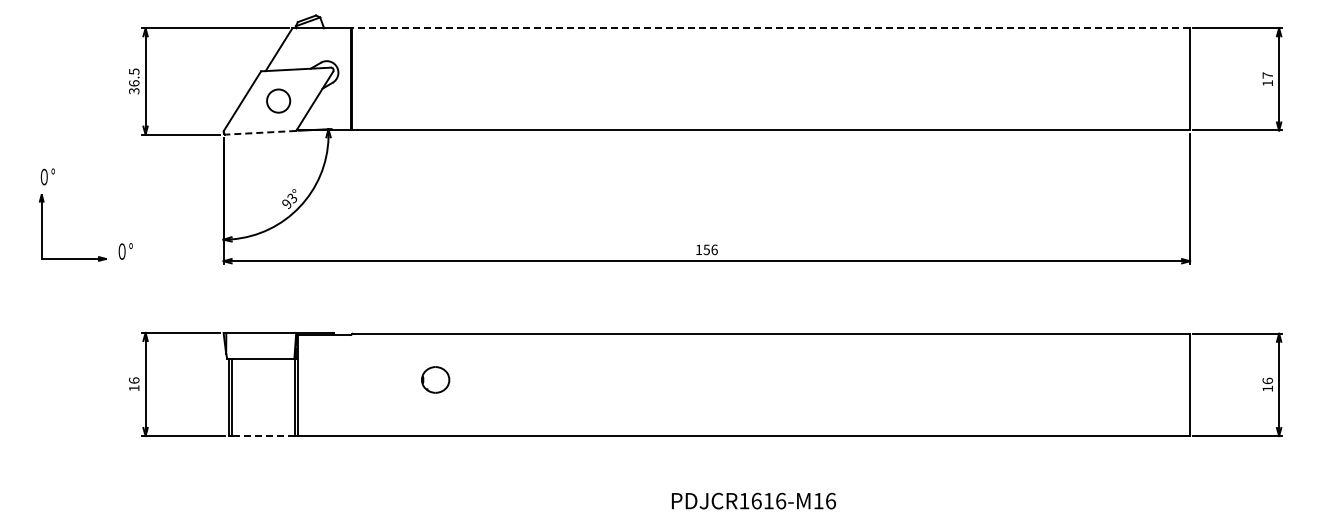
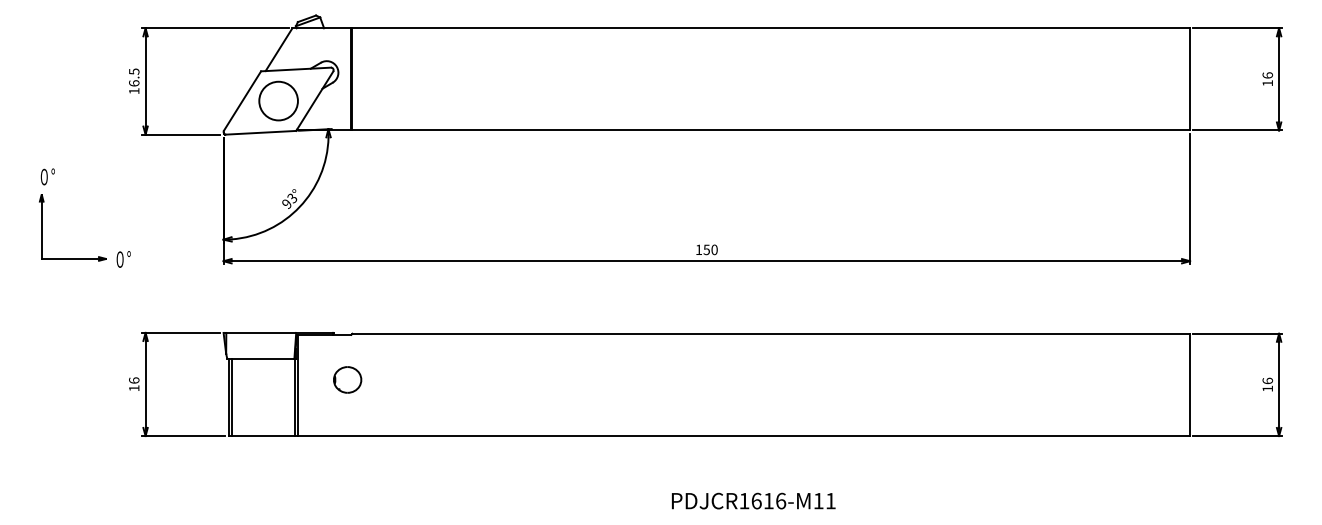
line at (771, 28): dashed -> solid
text at (1267, 75): 17 -> 16
text at (134, 91): 36.5 -> 16.5
circle at (278, 100) diameter: 23 px -> 39 px
line at (260, 132): dashed -> solid
text at (714, 249): 156 -> 150
text at (125, 251) position: (125, 251) -> (123, 259)
part at (435, 379) position: (435, 379) -> (347, 379)
line at (262, 436): dashed -> solid
text at (831, 500): PDJCR1616-M16 -> PDJCR1616-M11
